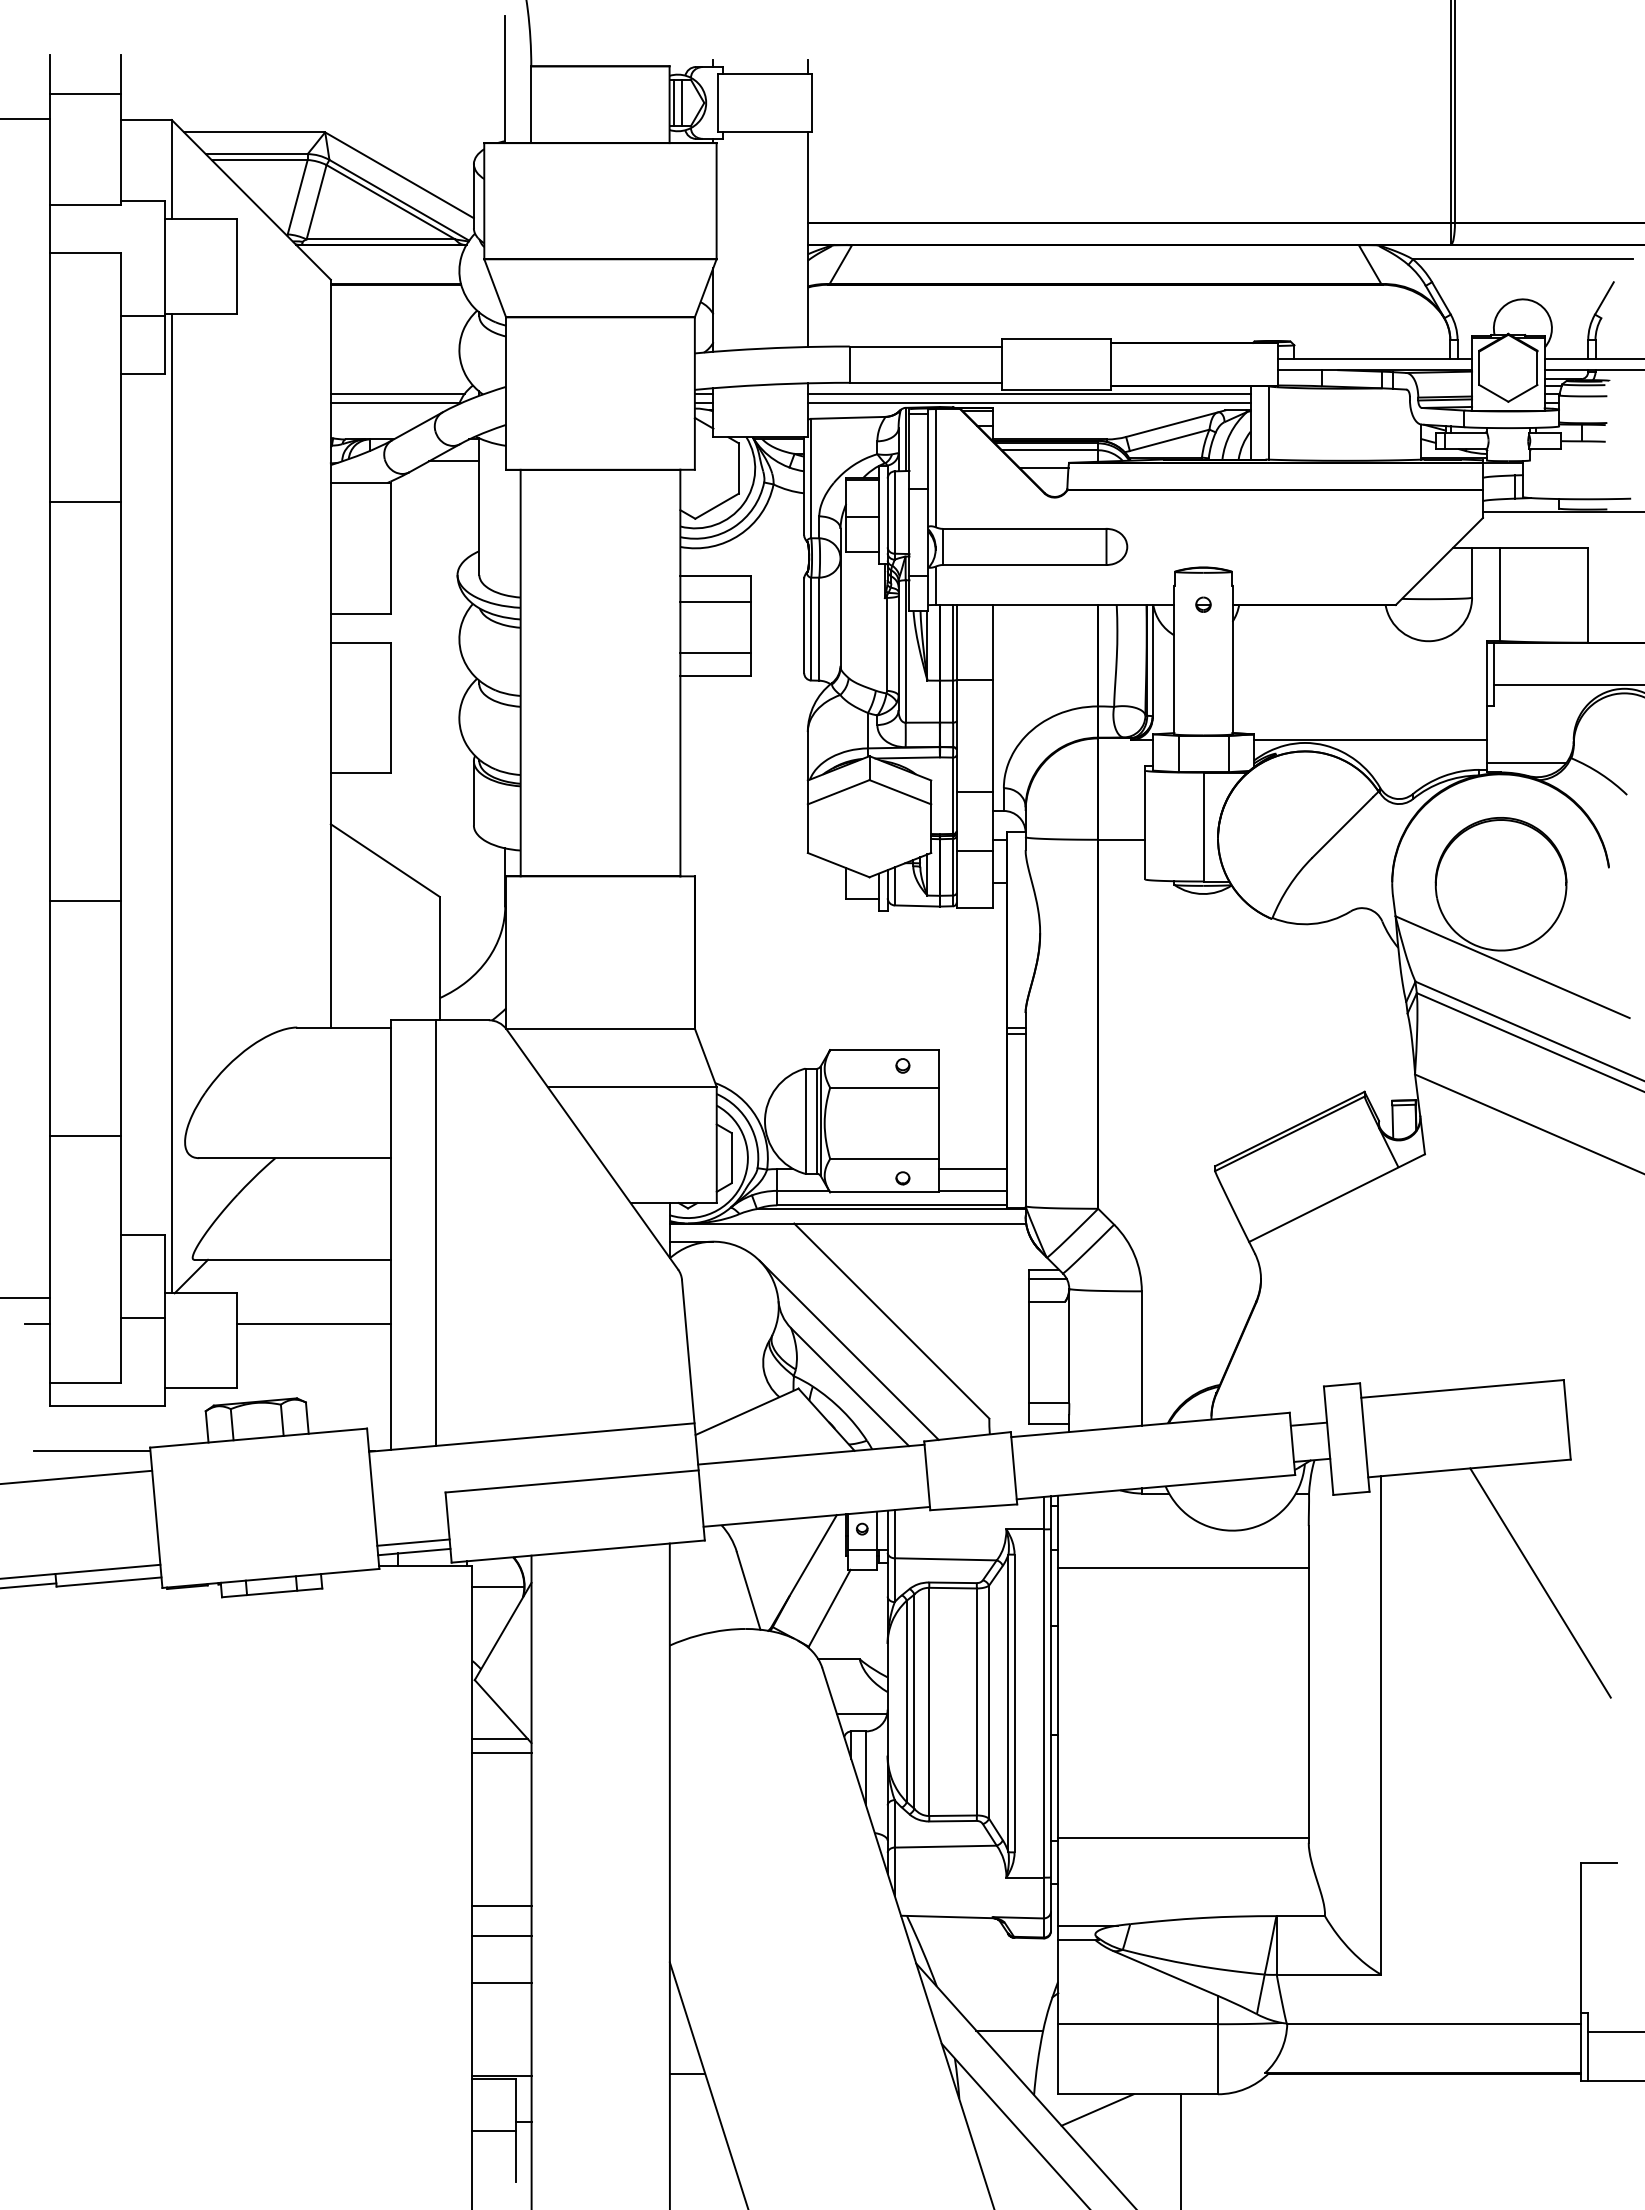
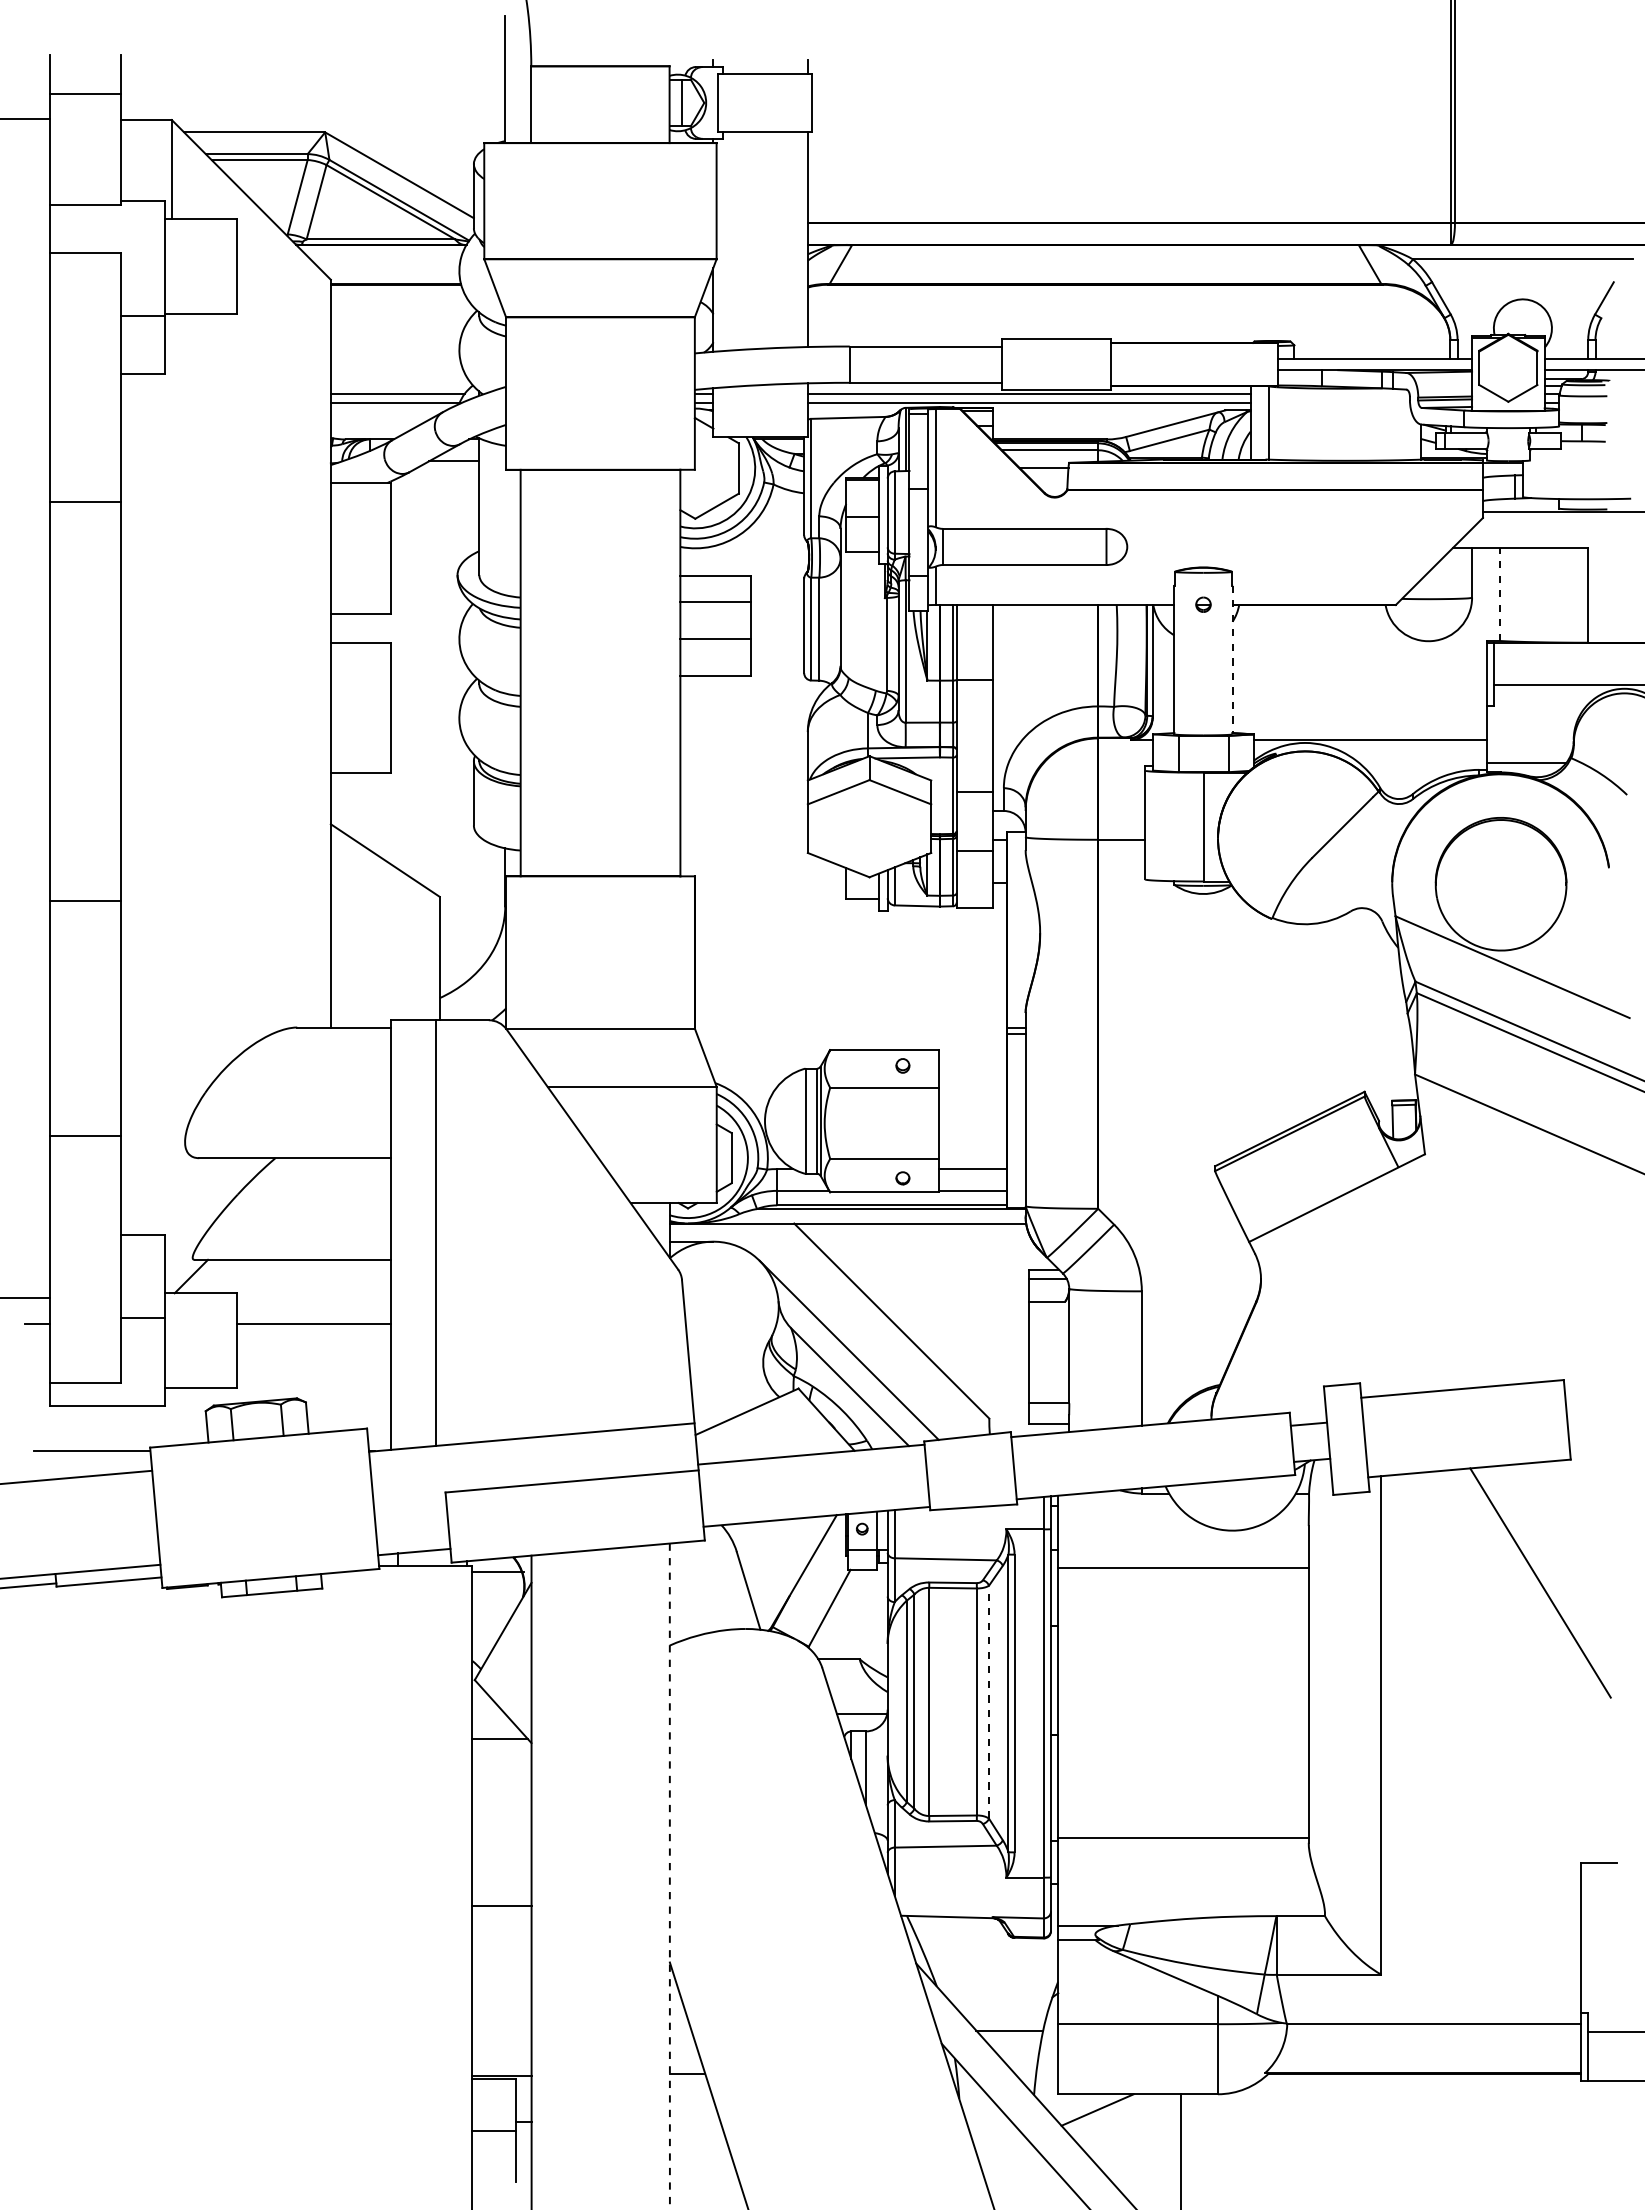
line at (673, 102): present -> none
line at (1500, 594): solid -> dashed
line at (715, 652) position: (715, 652) -> (715, 638)
line at (1232, 660): solid -> dashed
line at (171, 803): present -> none
line at (413, 1542): present -> none
line at (498, 1586) position: (498, 1586) -> (498, 1571)
line at (989, 1701): solid -> dashed
line at (501, 1753): present -> none
line at (669, 1876): solid -> dashed
line at (501, 1936): present -> none
line at (501, 1982): present -> none
